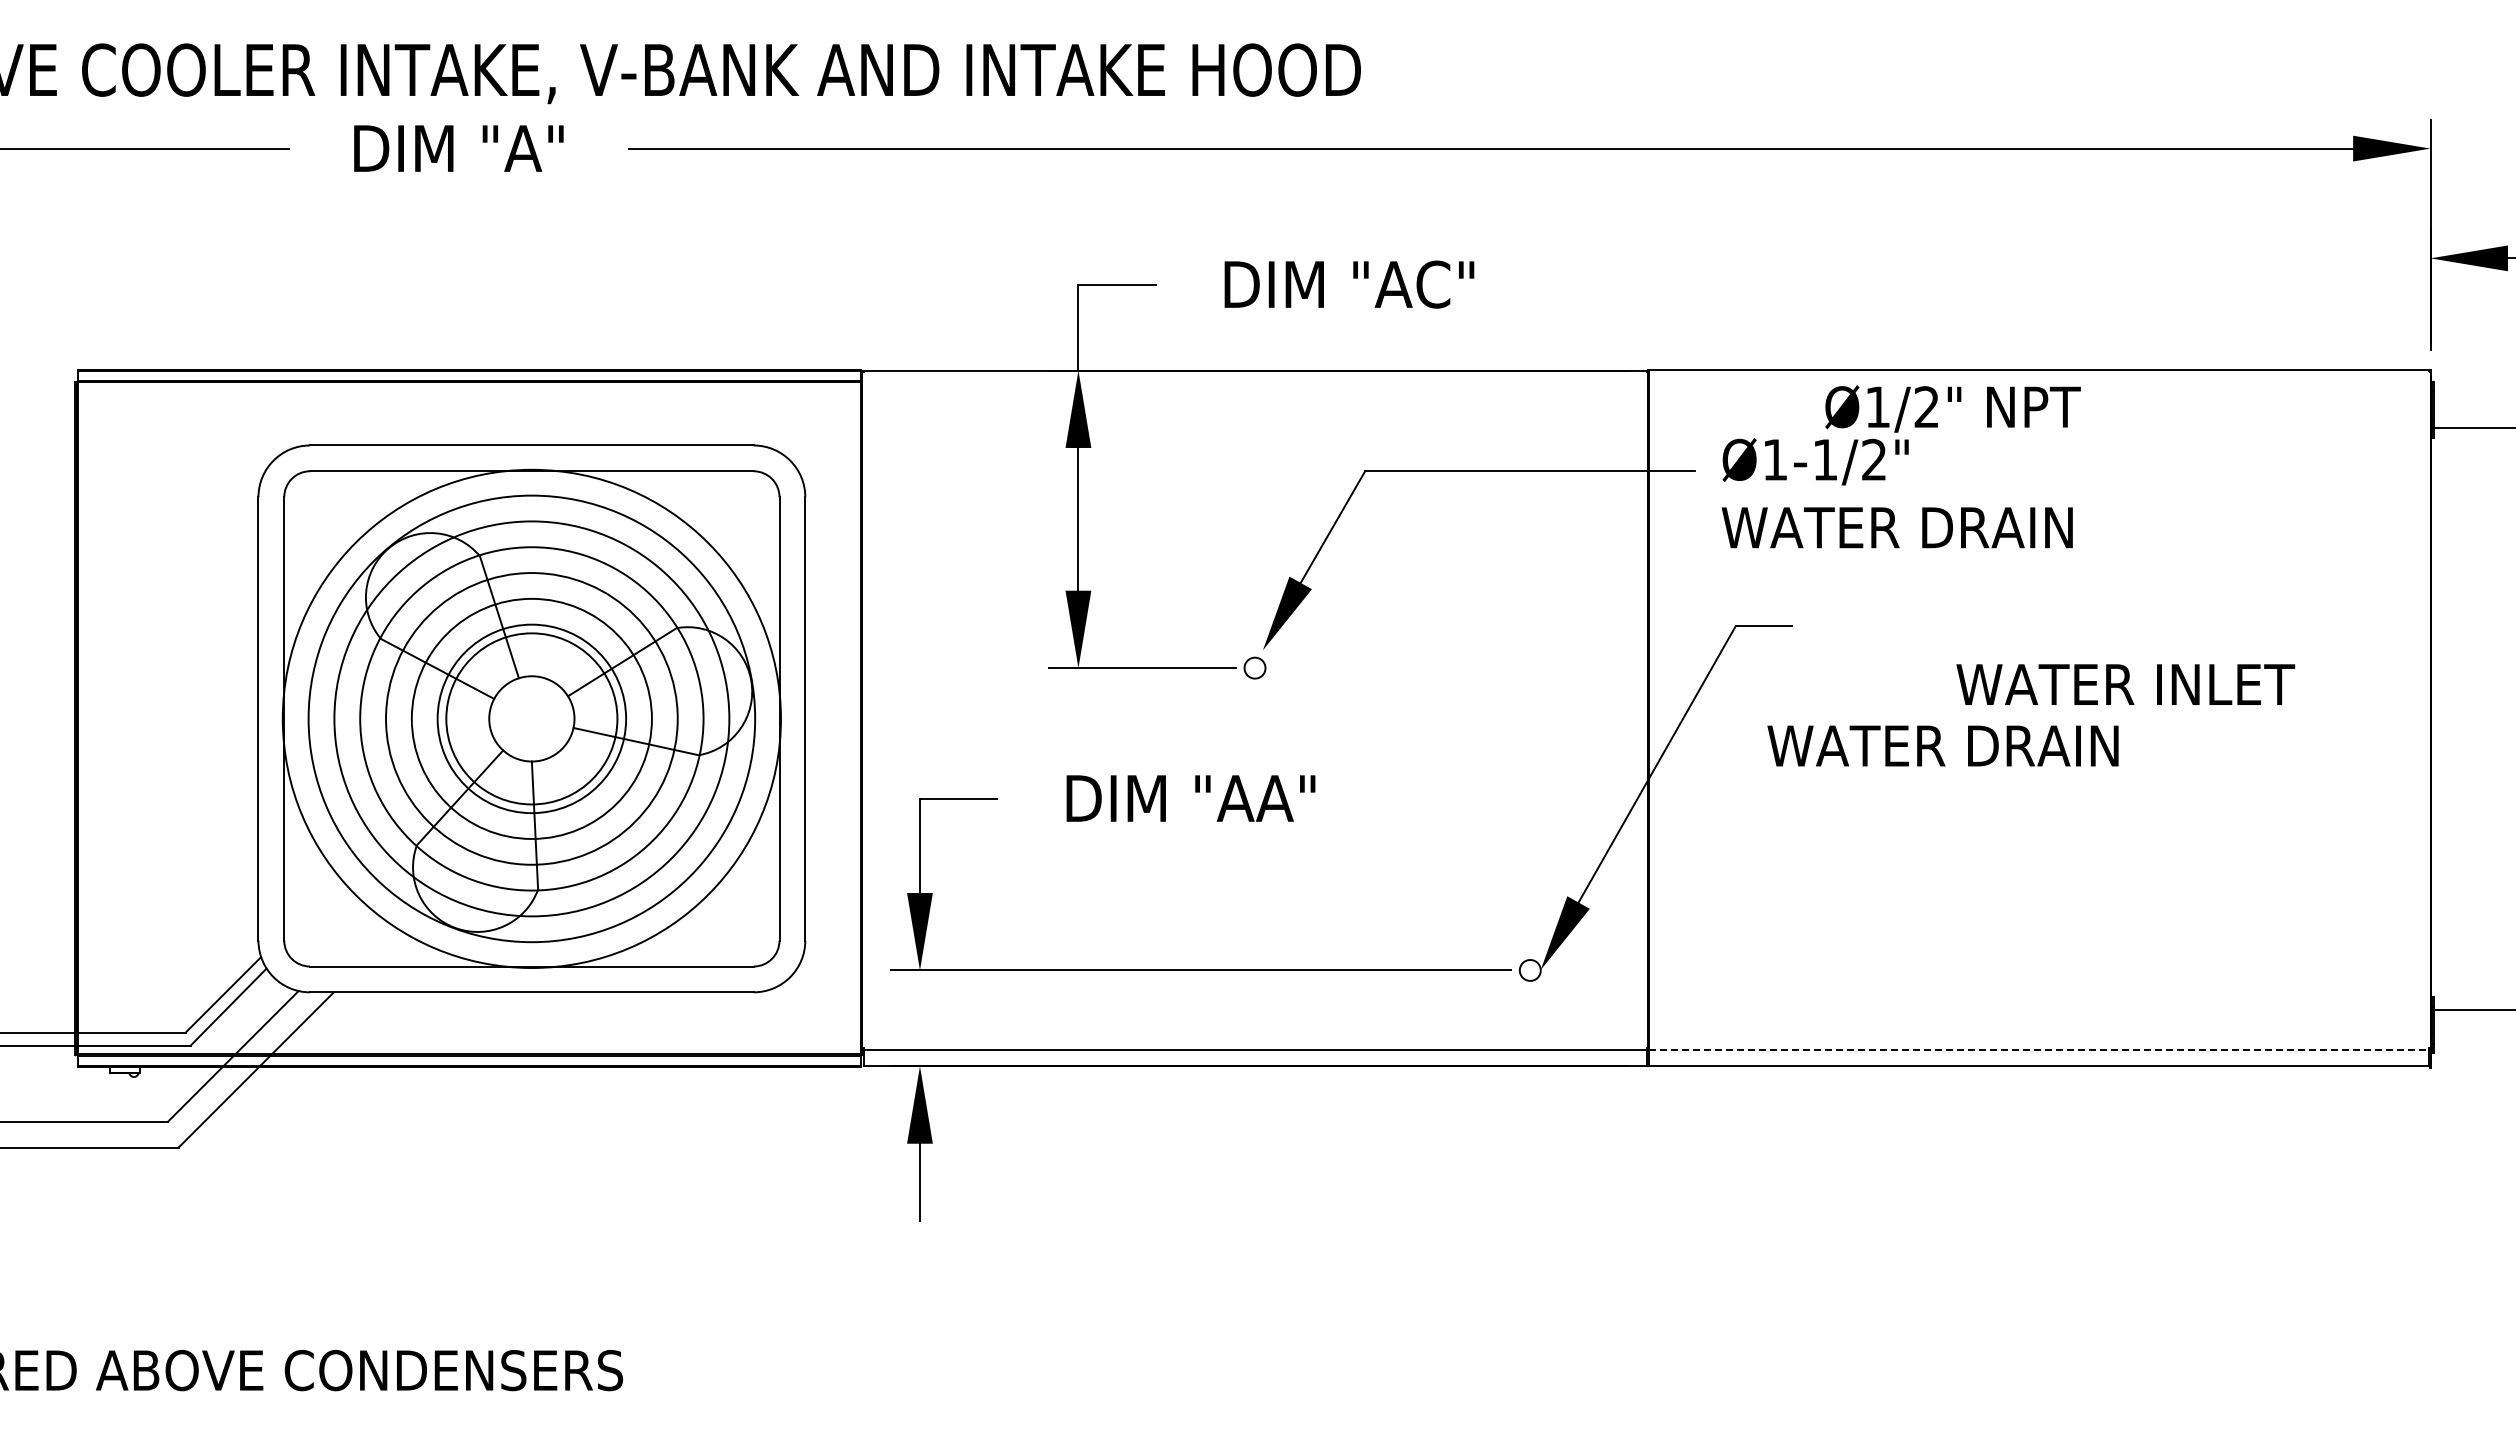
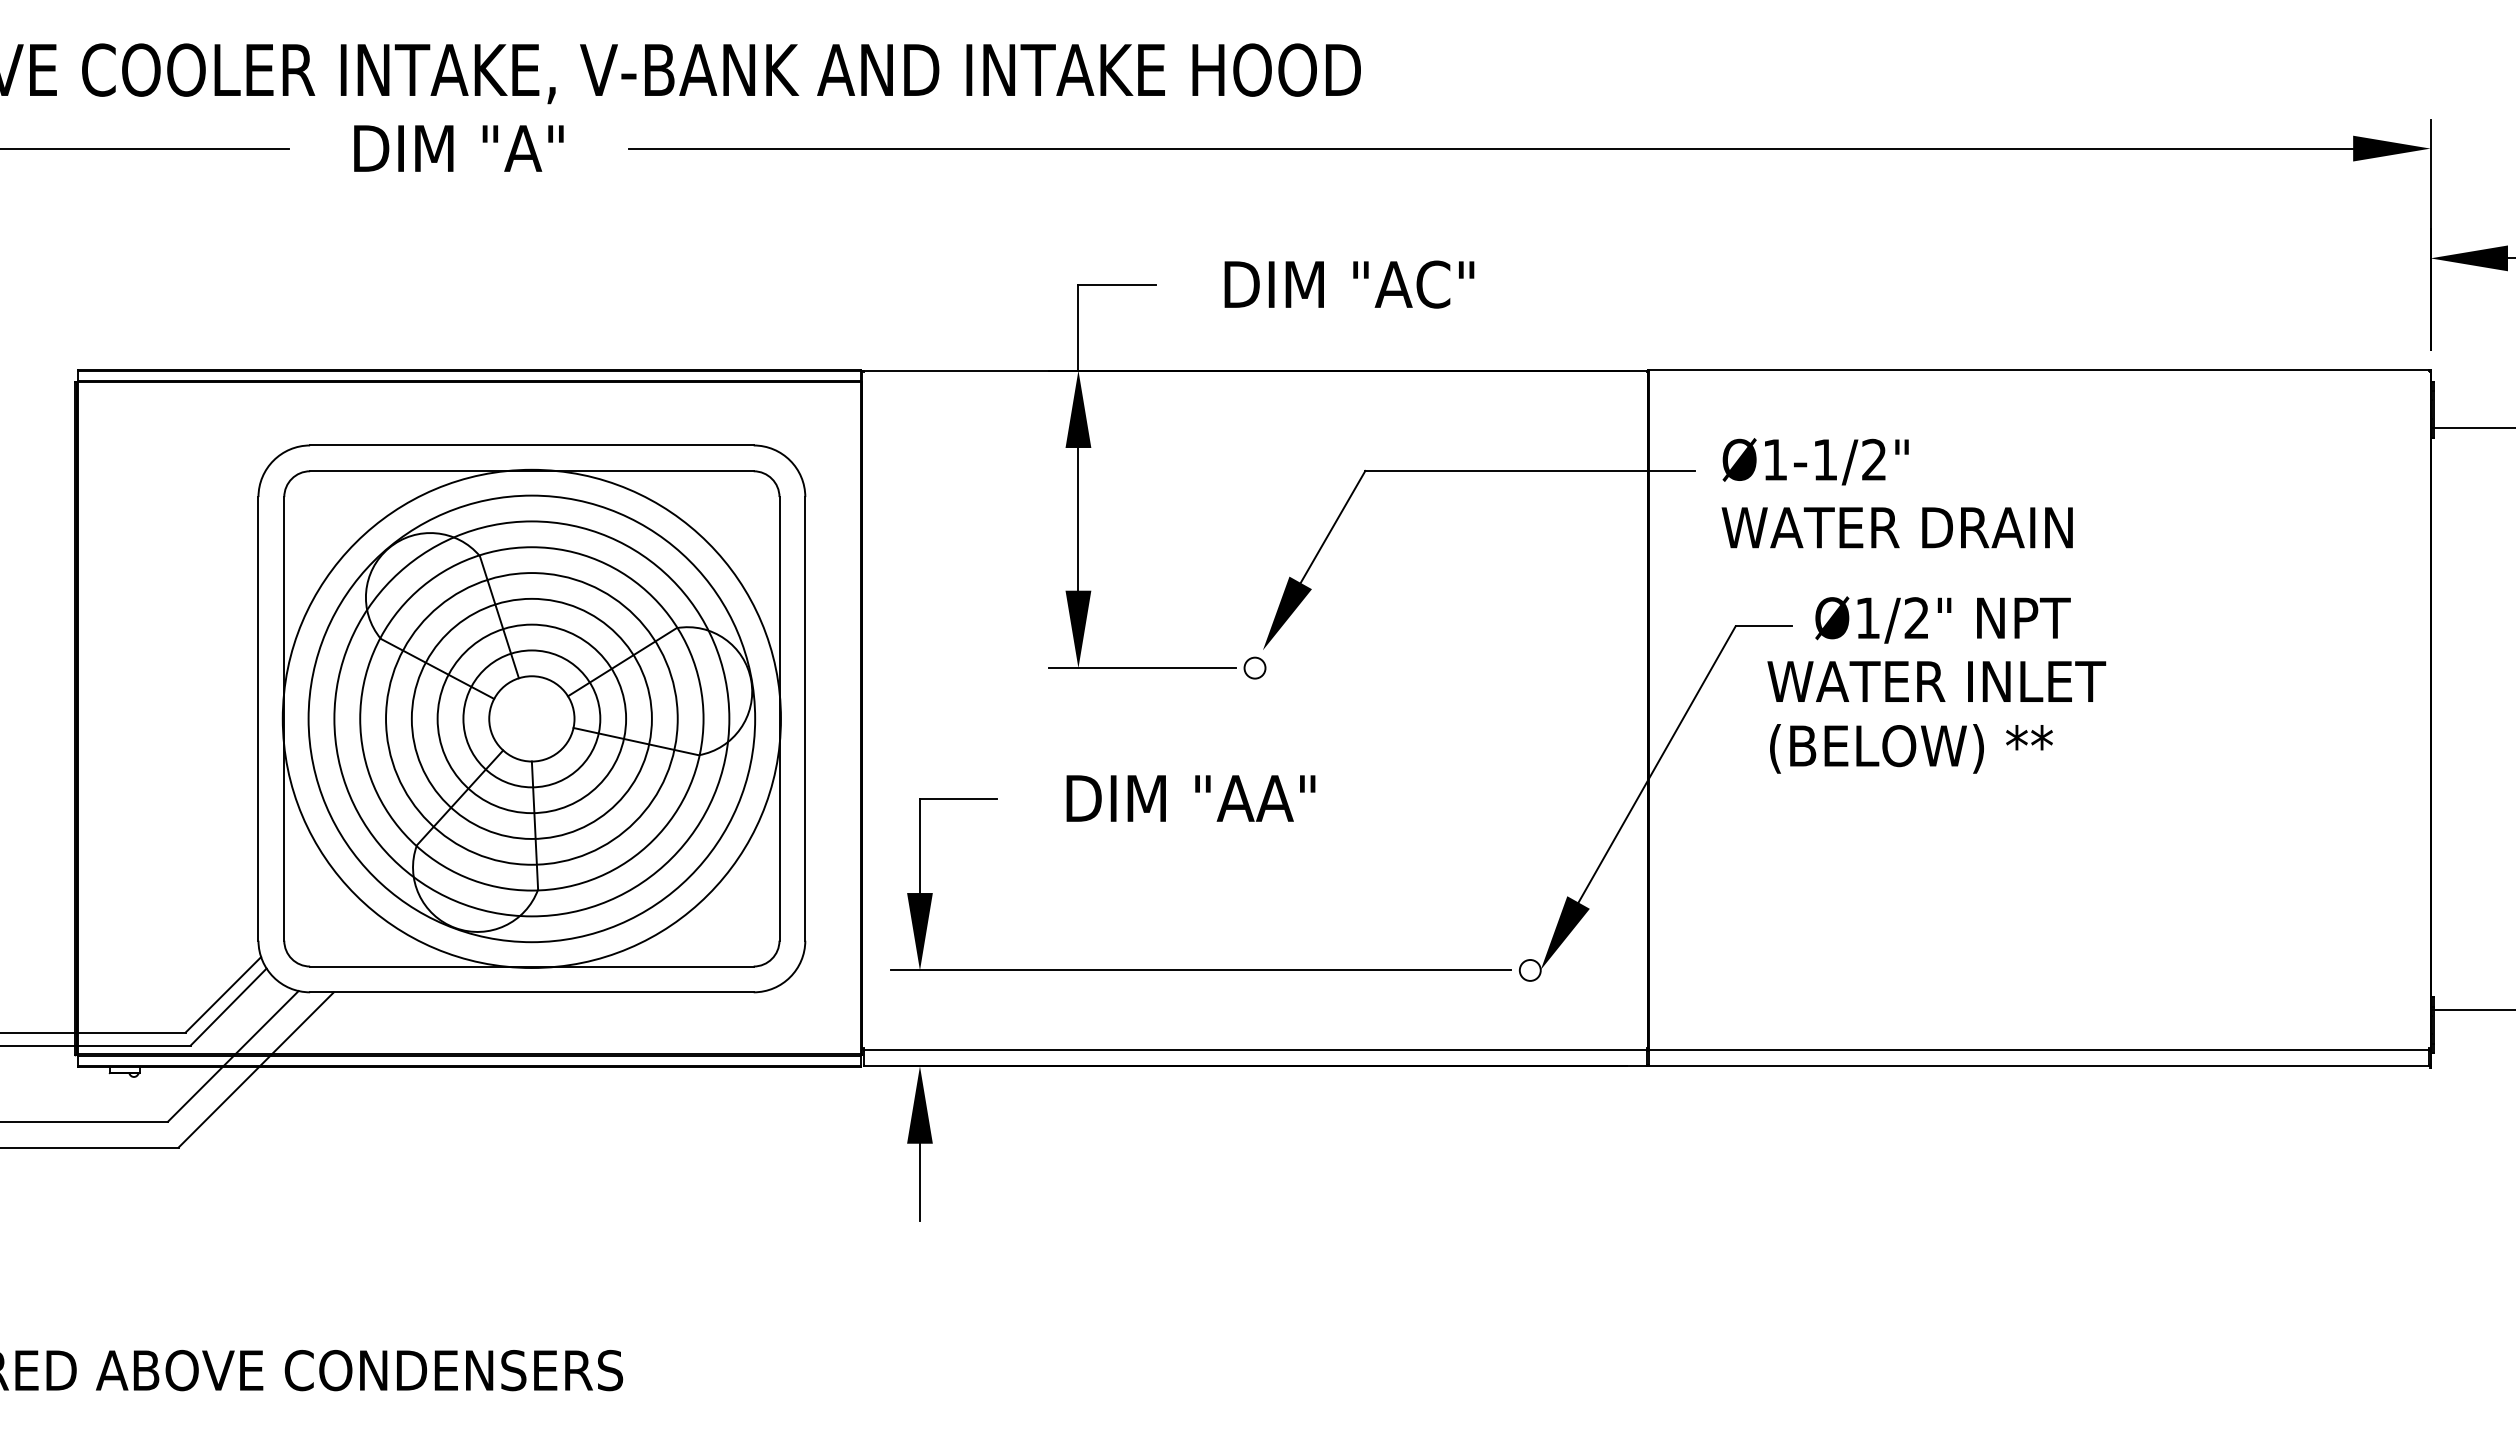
text at (1952, 408) position: (1952, 408) -> (1942, 619)
text at (2125, 684) position: (2125, 684) -> (1936, 681)
circle at (531, 718) diameter: 171 px -> 137 px
text at (1942, 748): WATER DRAIN -> (BELOW) **
line at (2039, 1050): dashed -> solid
